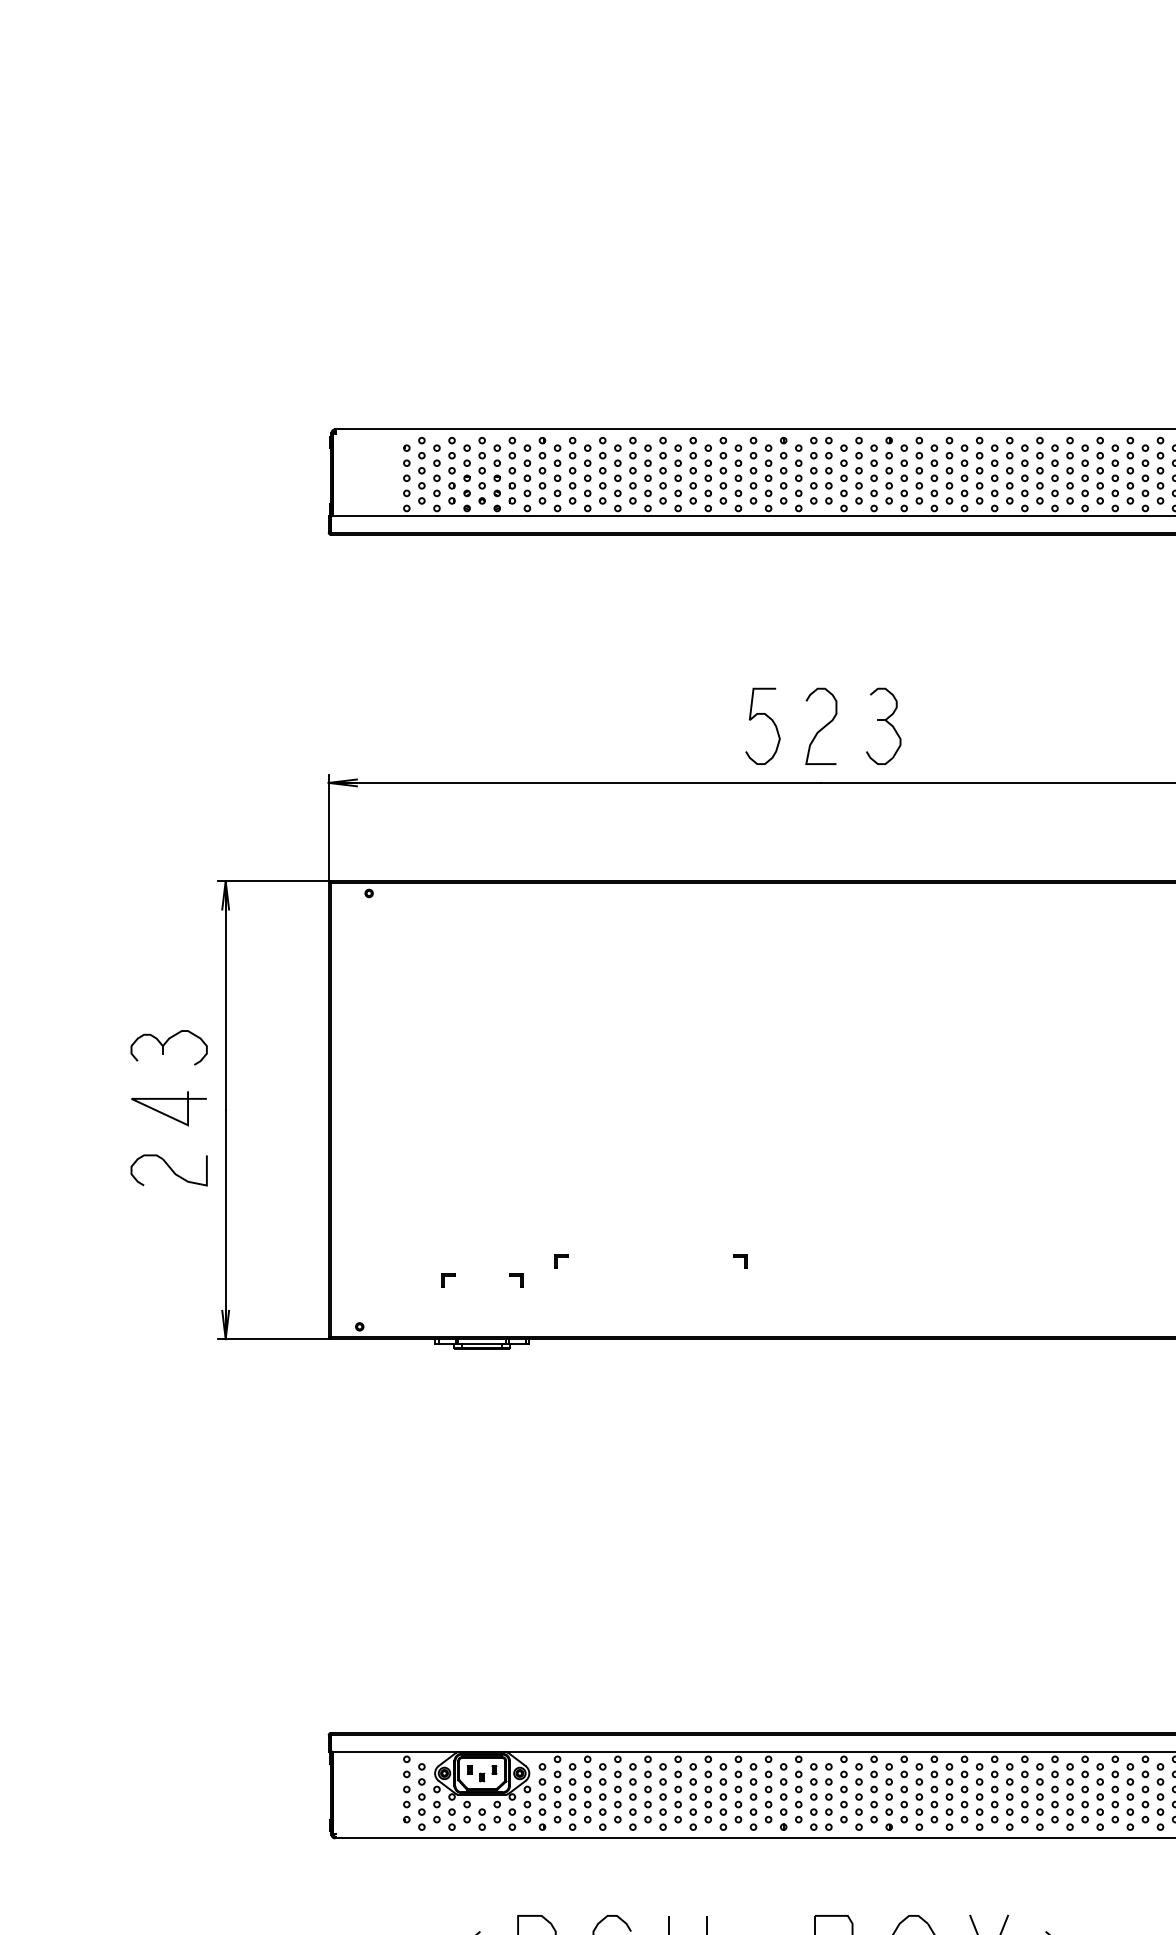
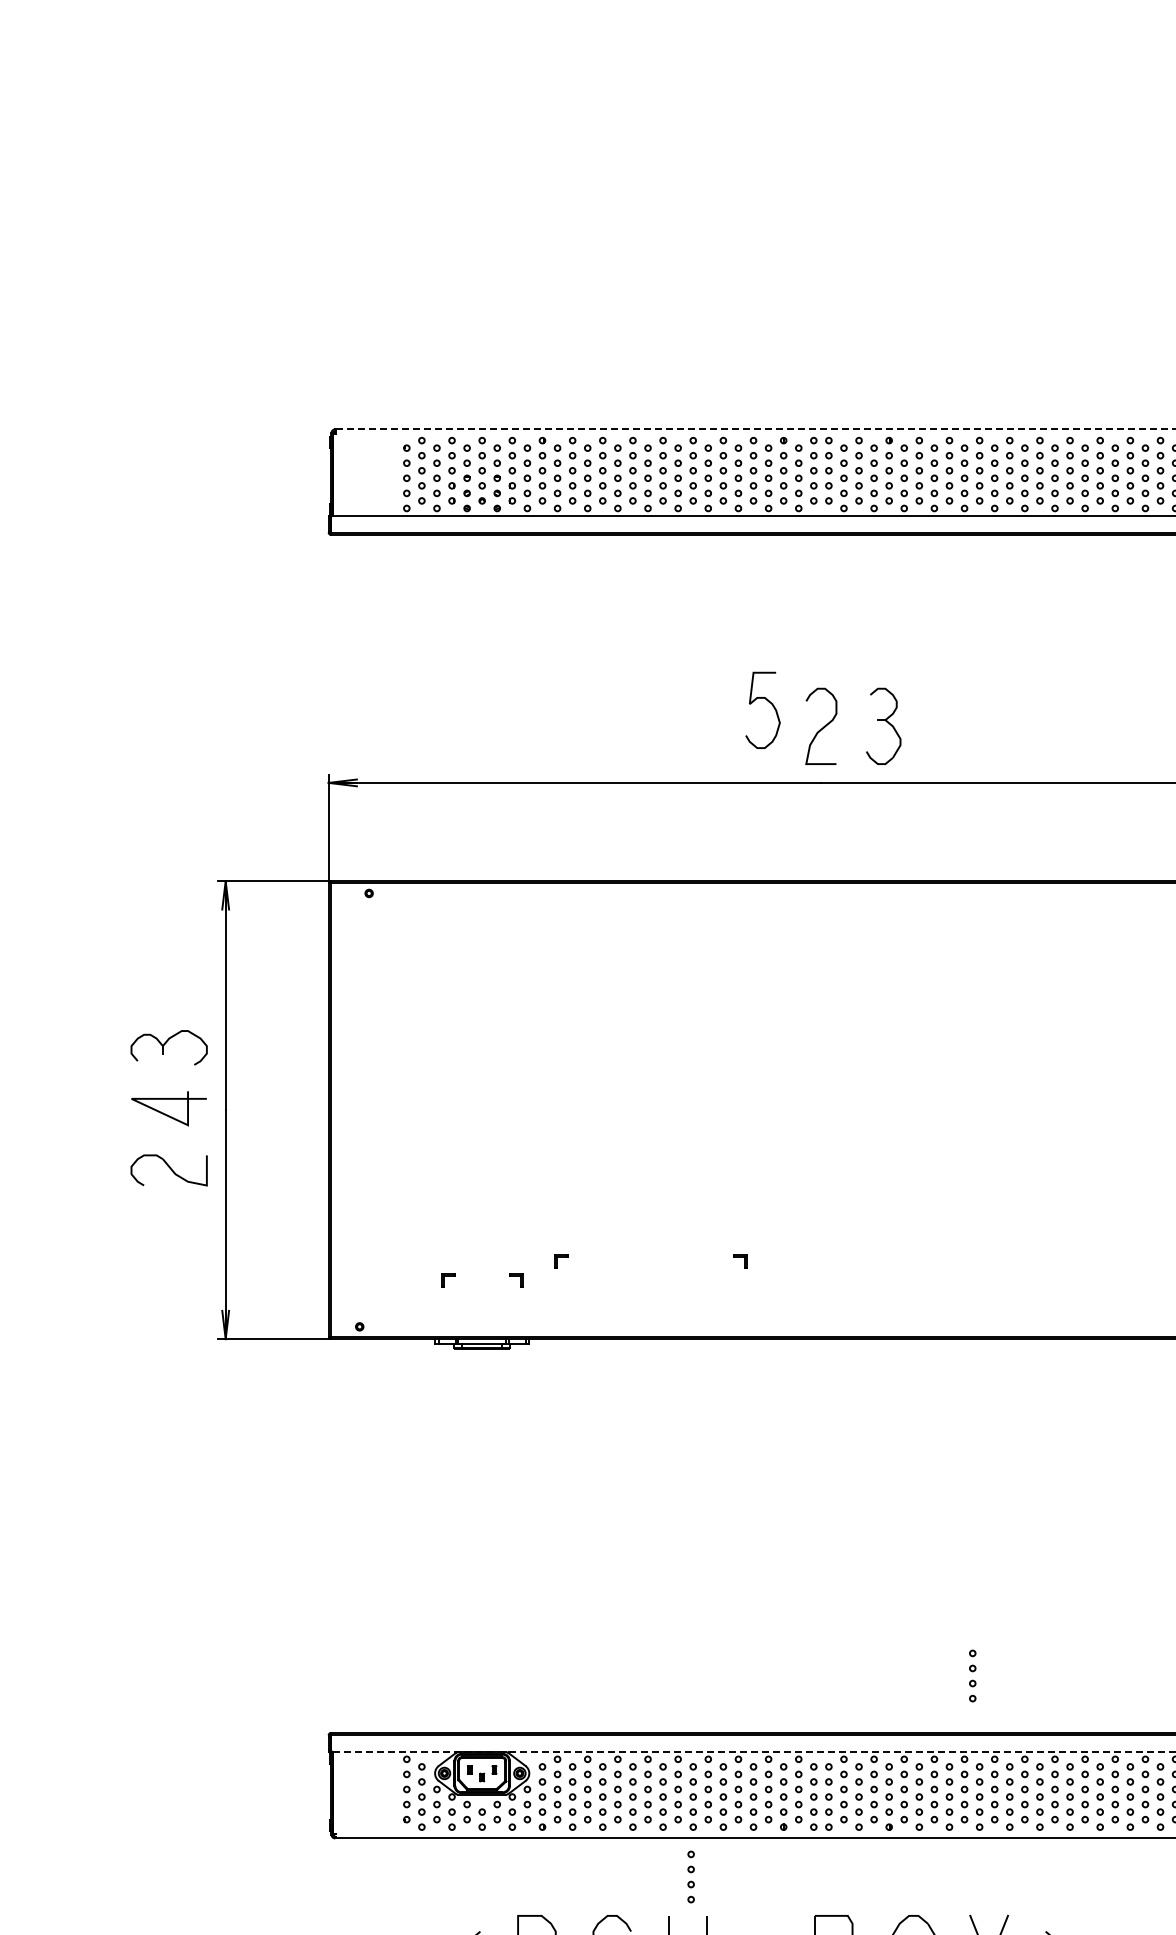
line at (755, 429): solid -> dashed
curve at (768, 718) position: (768, 718) -> (768, 702)
part at (972, 1675): none -> present
line at (754, 1751): solid -> dashed
part at (690, 1876): none -> present
